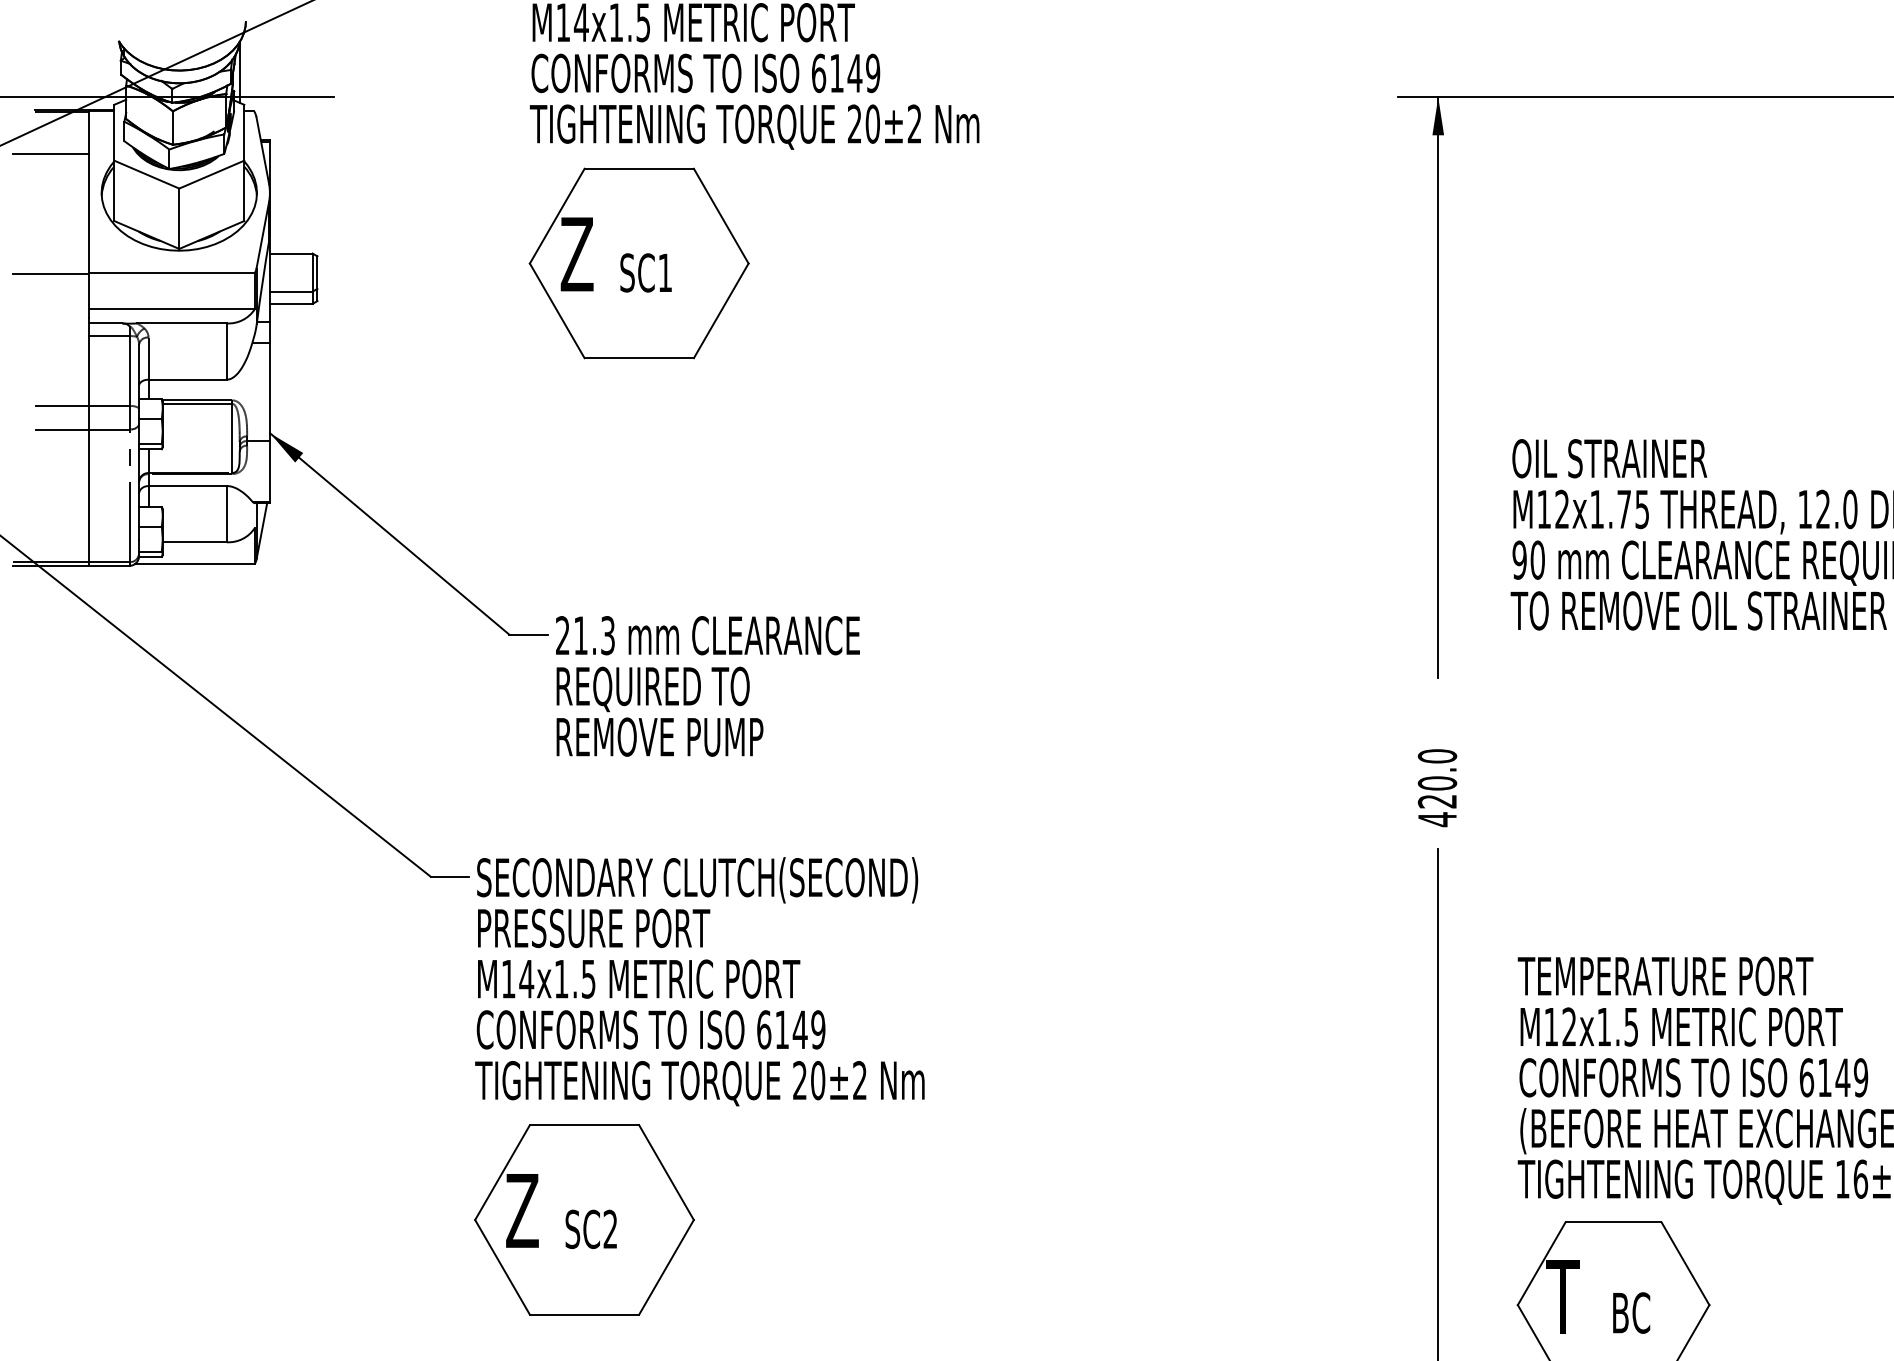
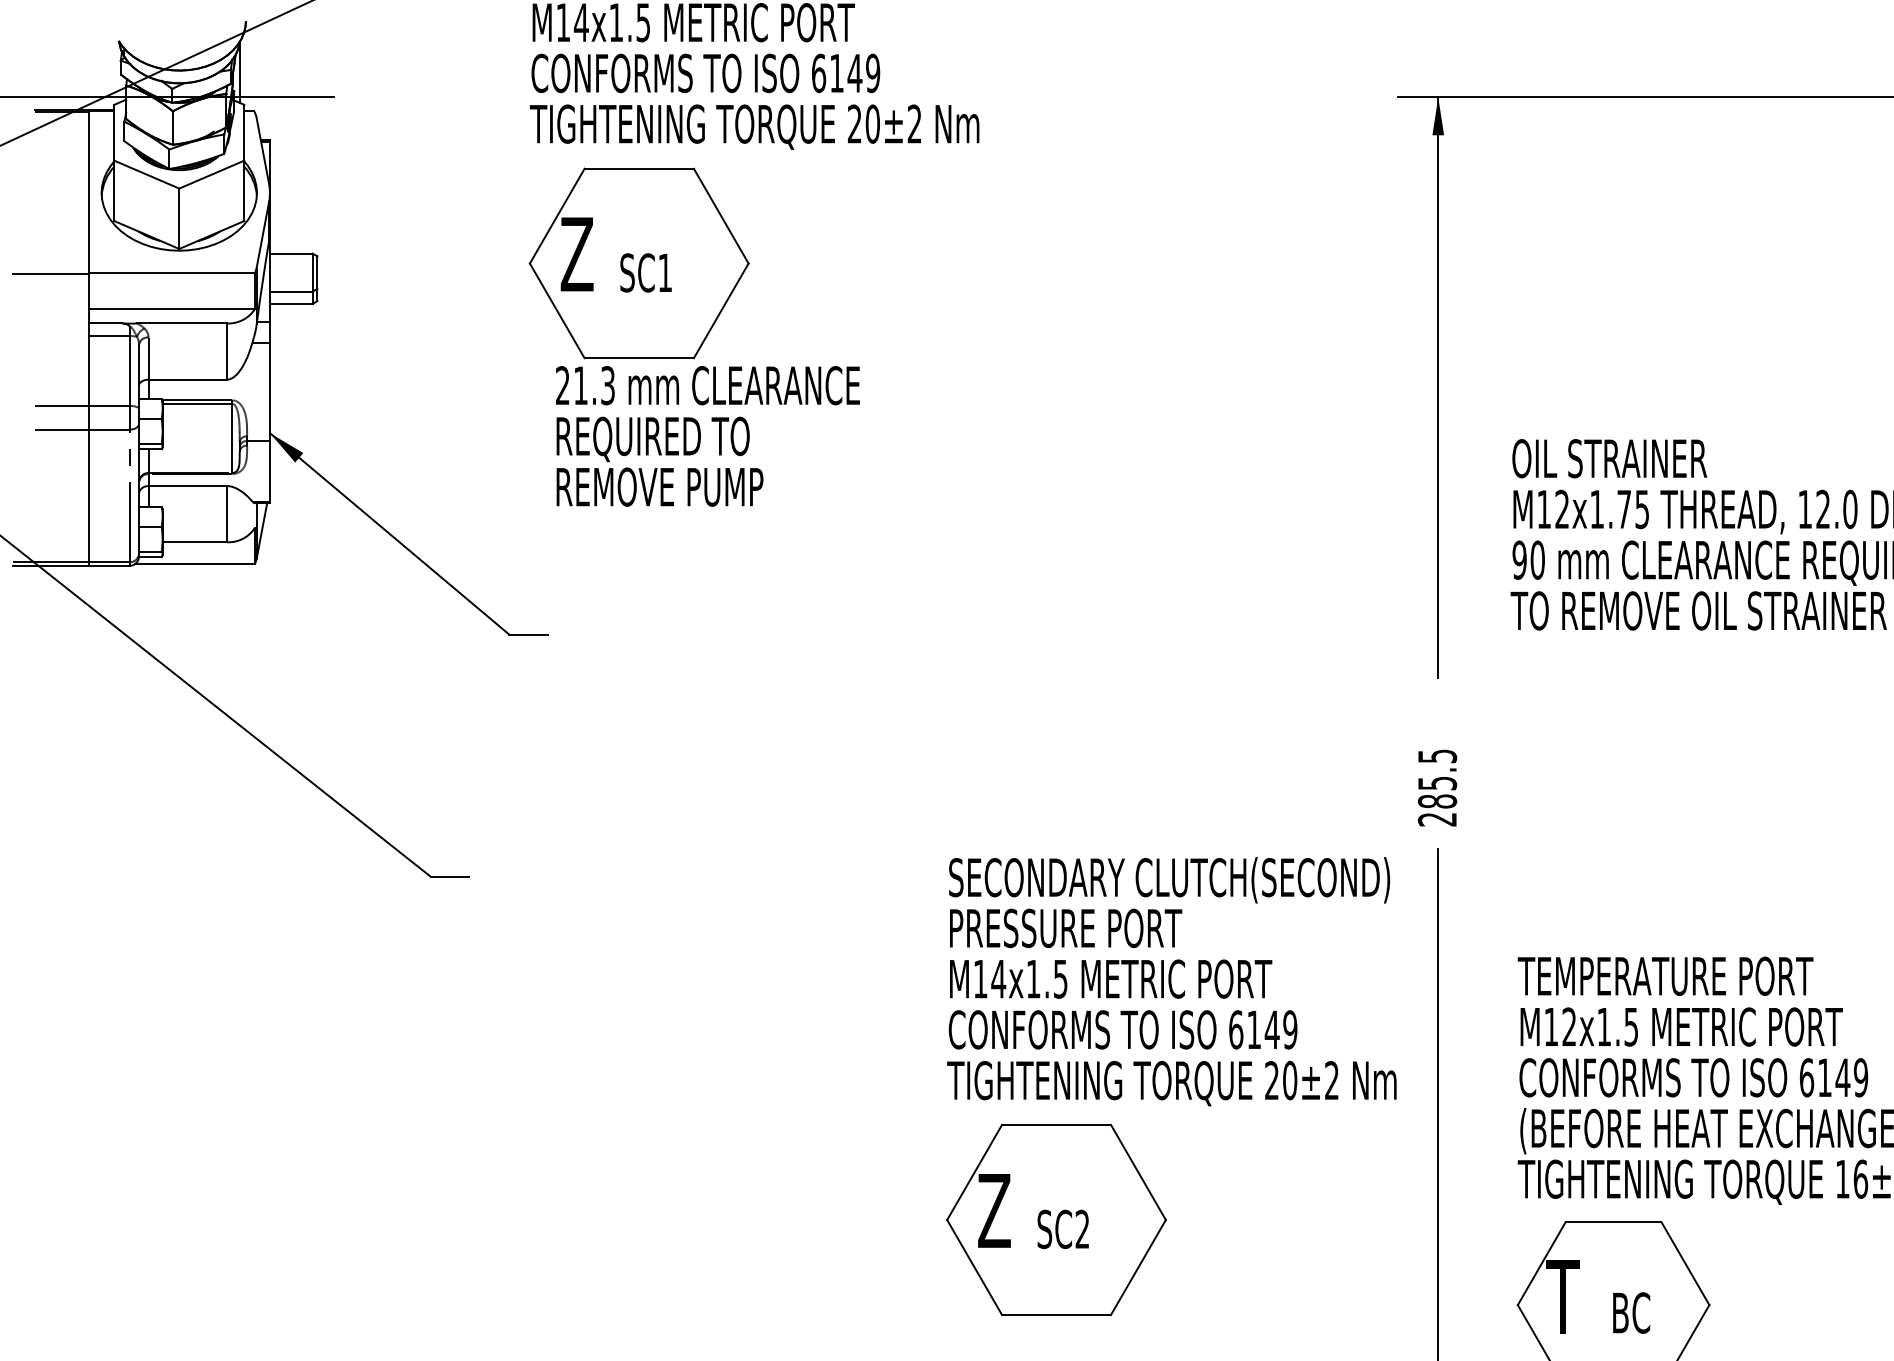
line at (50, 153): present -> none
text at (707, 686) position: (707, 686) -> (707, 436)
text at (1437, 788): 420.0 -> 285.5
part at (699, 1086) position: (699, 1086) -> (1171, 1086)
